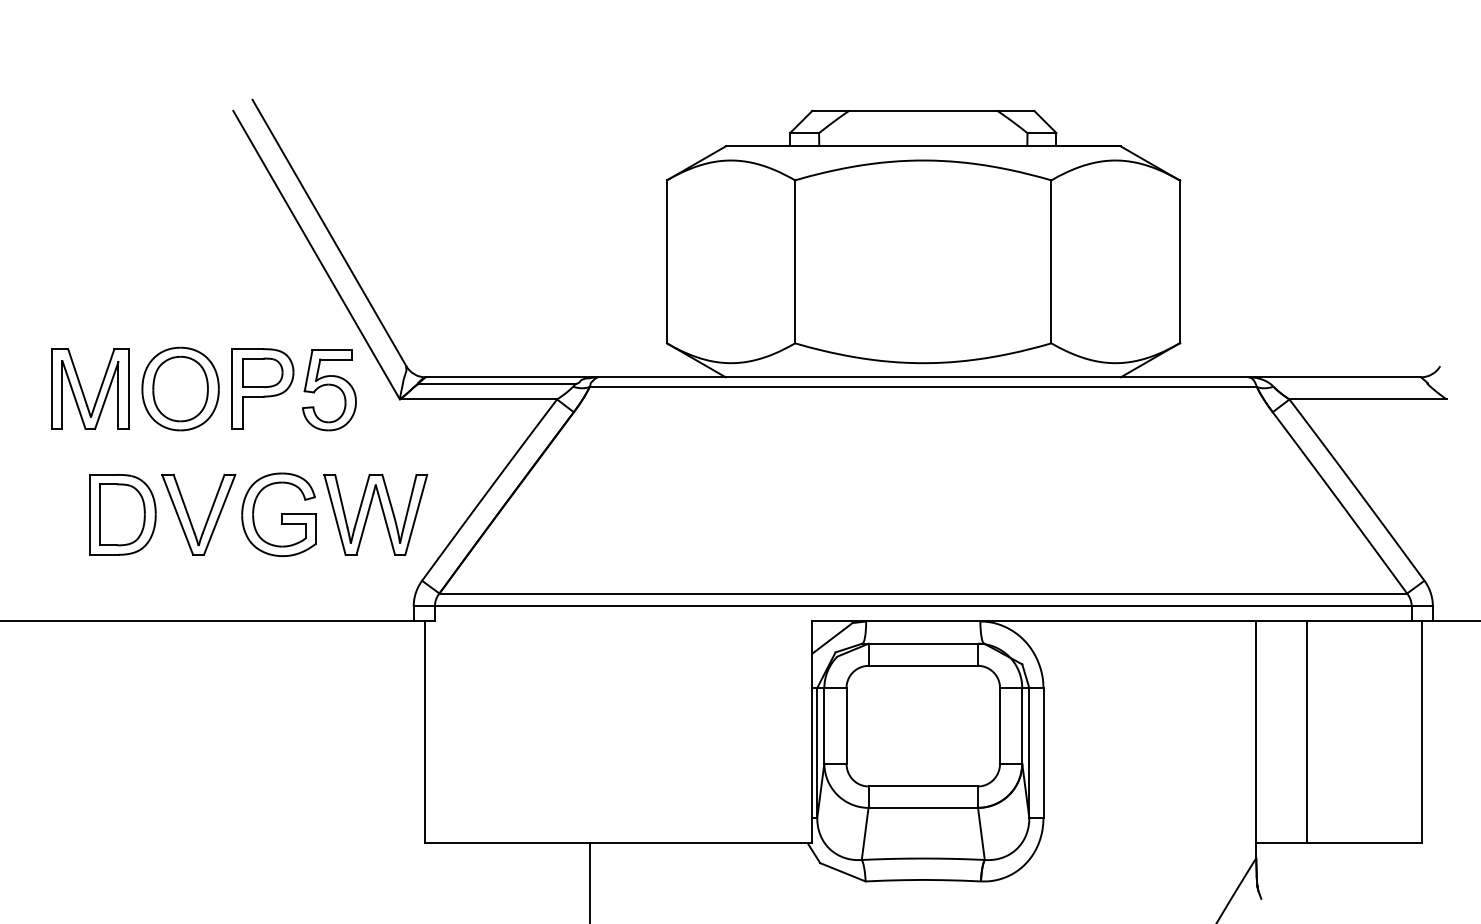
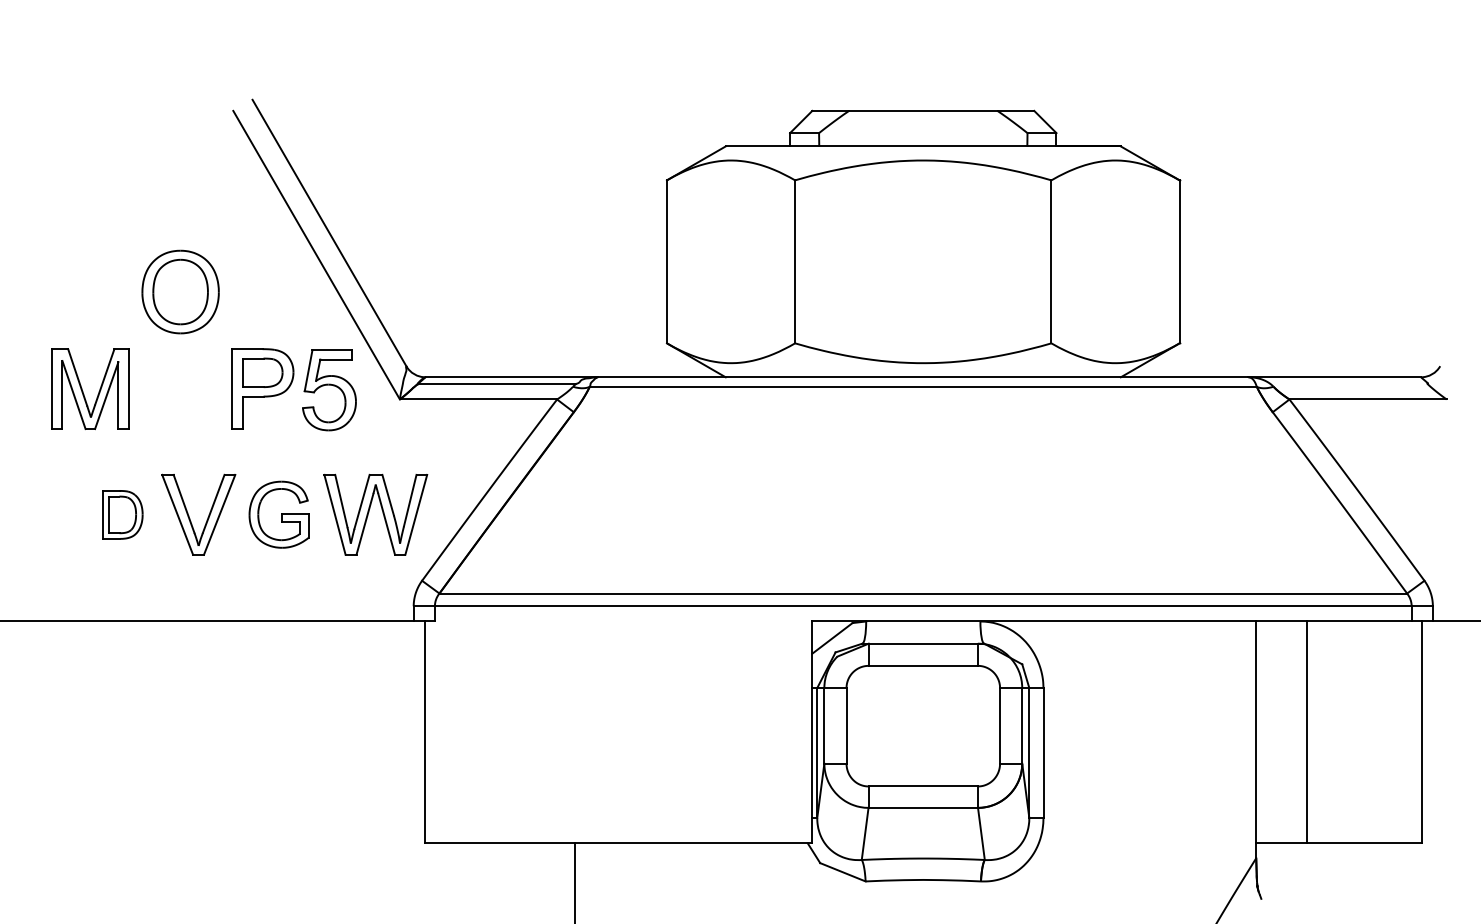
part at (180, 388) position: (180, 388) -> (180, 291)
part at (122, 514) size: 68x82 px -> 42x50 px
part at (278, 514) size: 76x85 px -> 62x69 px
line at (590, 881) position: (590, 881) -> (575, 881)
